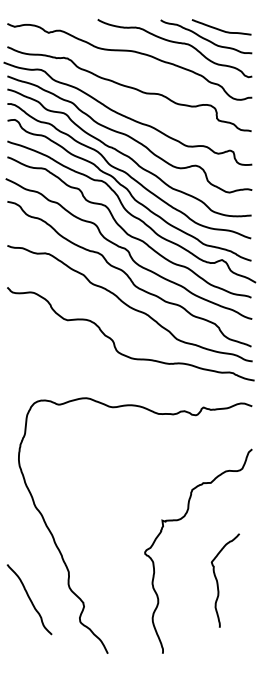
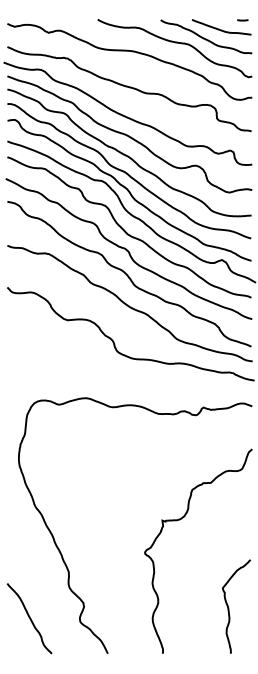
curve at (242, 20): none -> present
curve at (218, 582) position: (218, 582) -> (229, 608)
curve at (29, 599) position: (29, 599) -> (29, 618)
